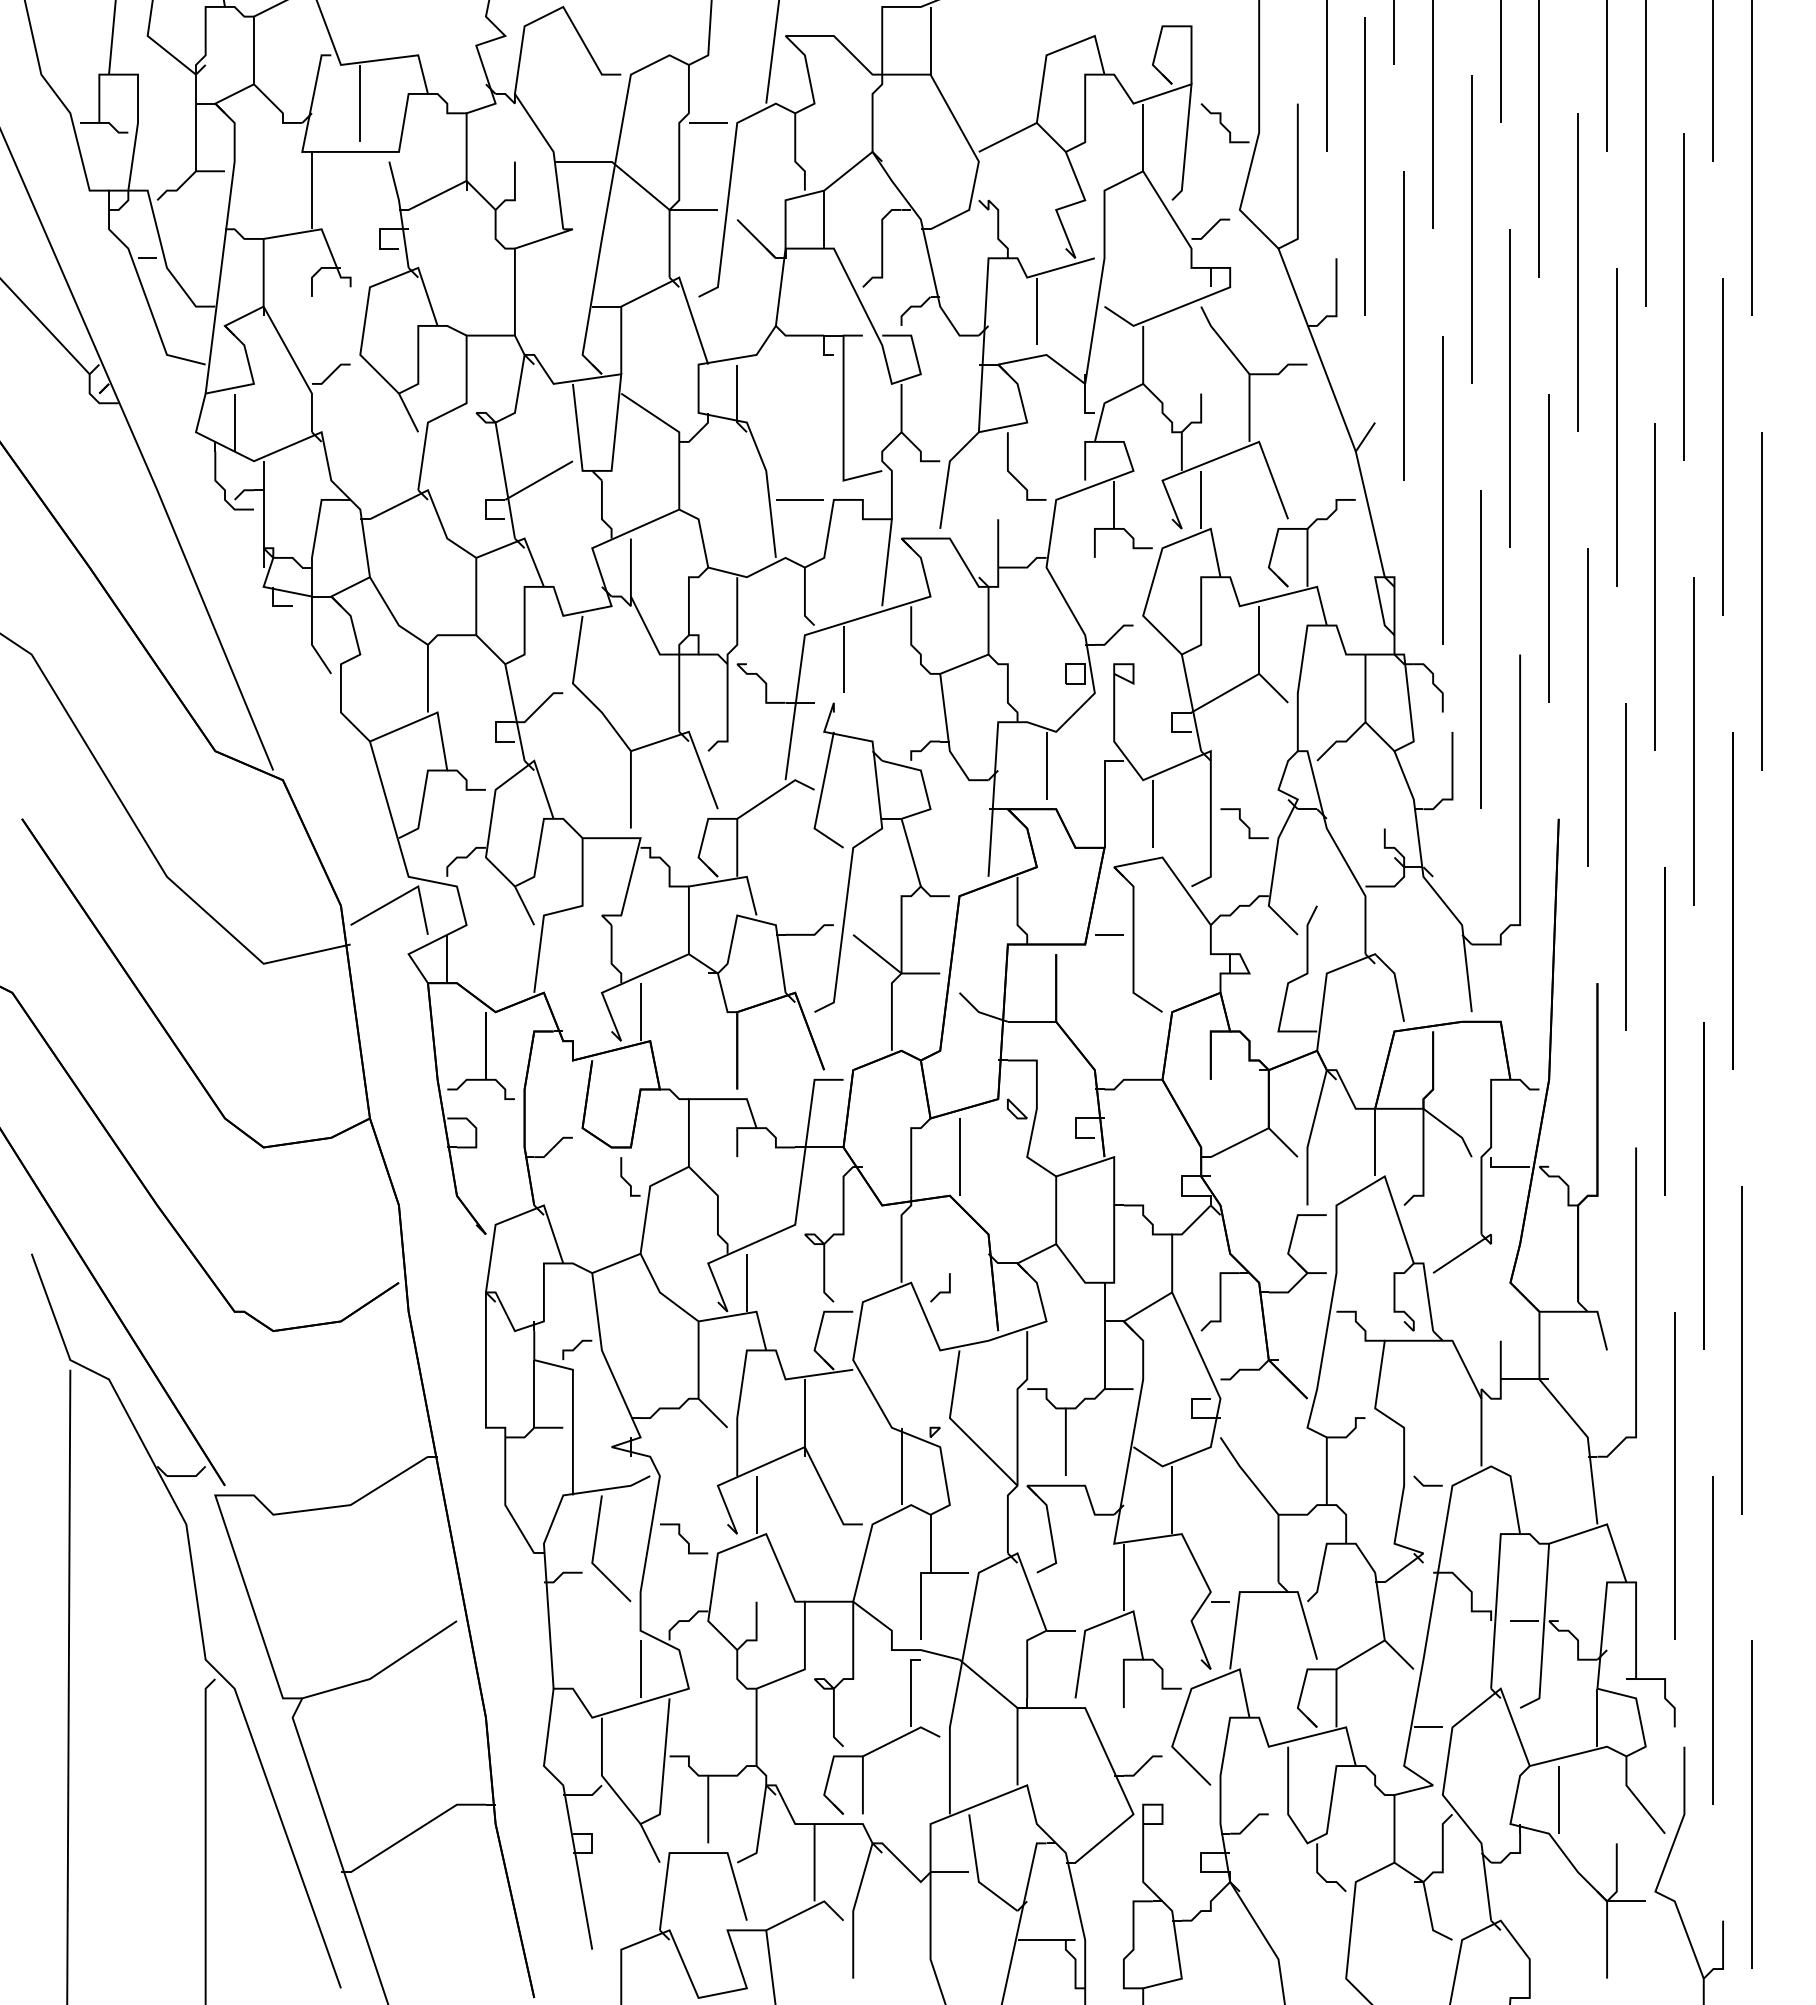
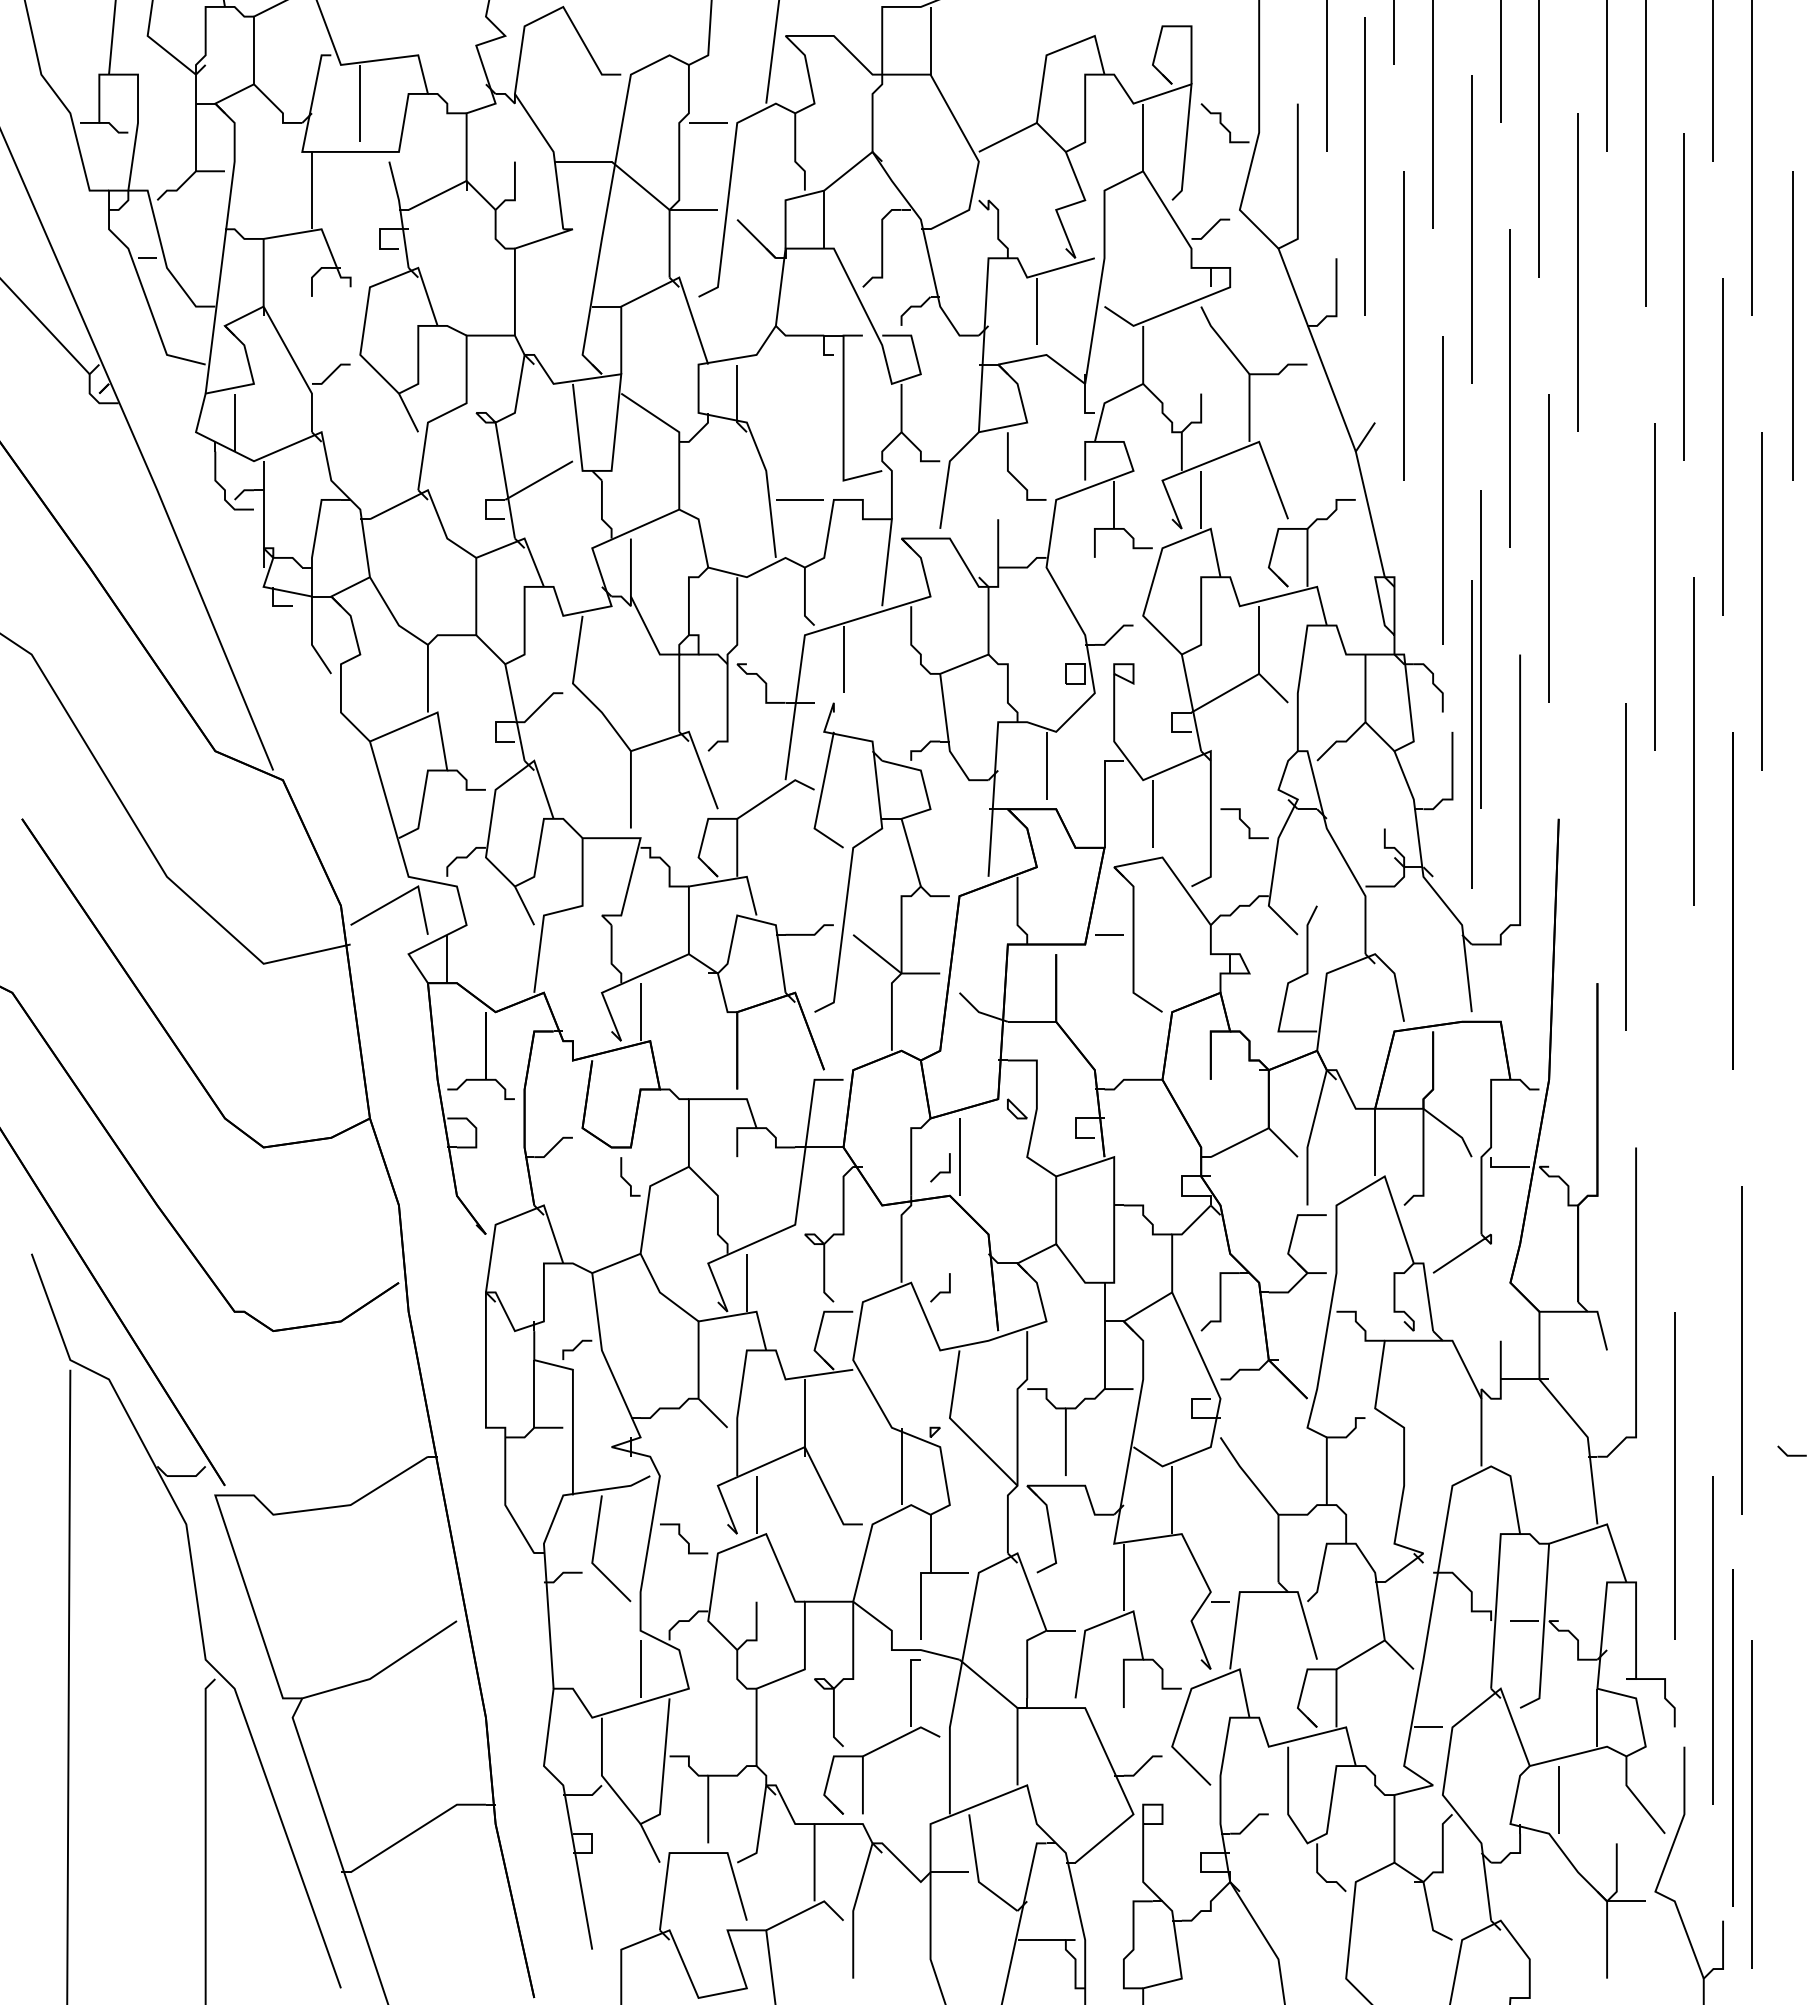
line at (1792, 325): none -> present
line at (1616, 427): present -> none
line at (1587, 707): present -> none
line at (1471, 734): none -> present
line at (1664, 1031): present -> none
line at (940, 1171): none -> present
line at (1703, 1185): present -> none
line at (1427, 1484) position: (1427, 1484) -> (1791, 1454)
line at (1732, 1737): none -> present
